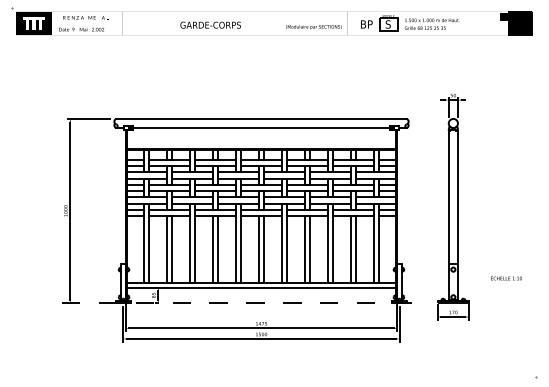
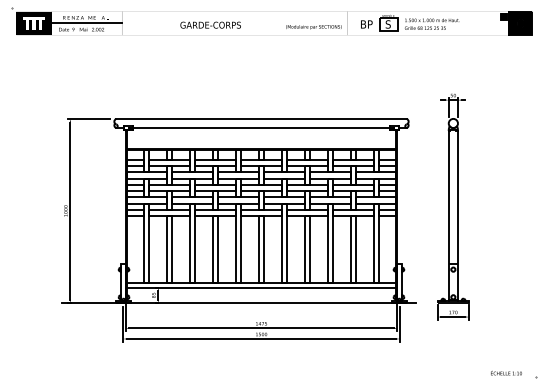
line at (86, 23): none -> present
text at (506, 278) position: (506, 278) -> (506, 373)
line at (239, 303): dashed -> solid
